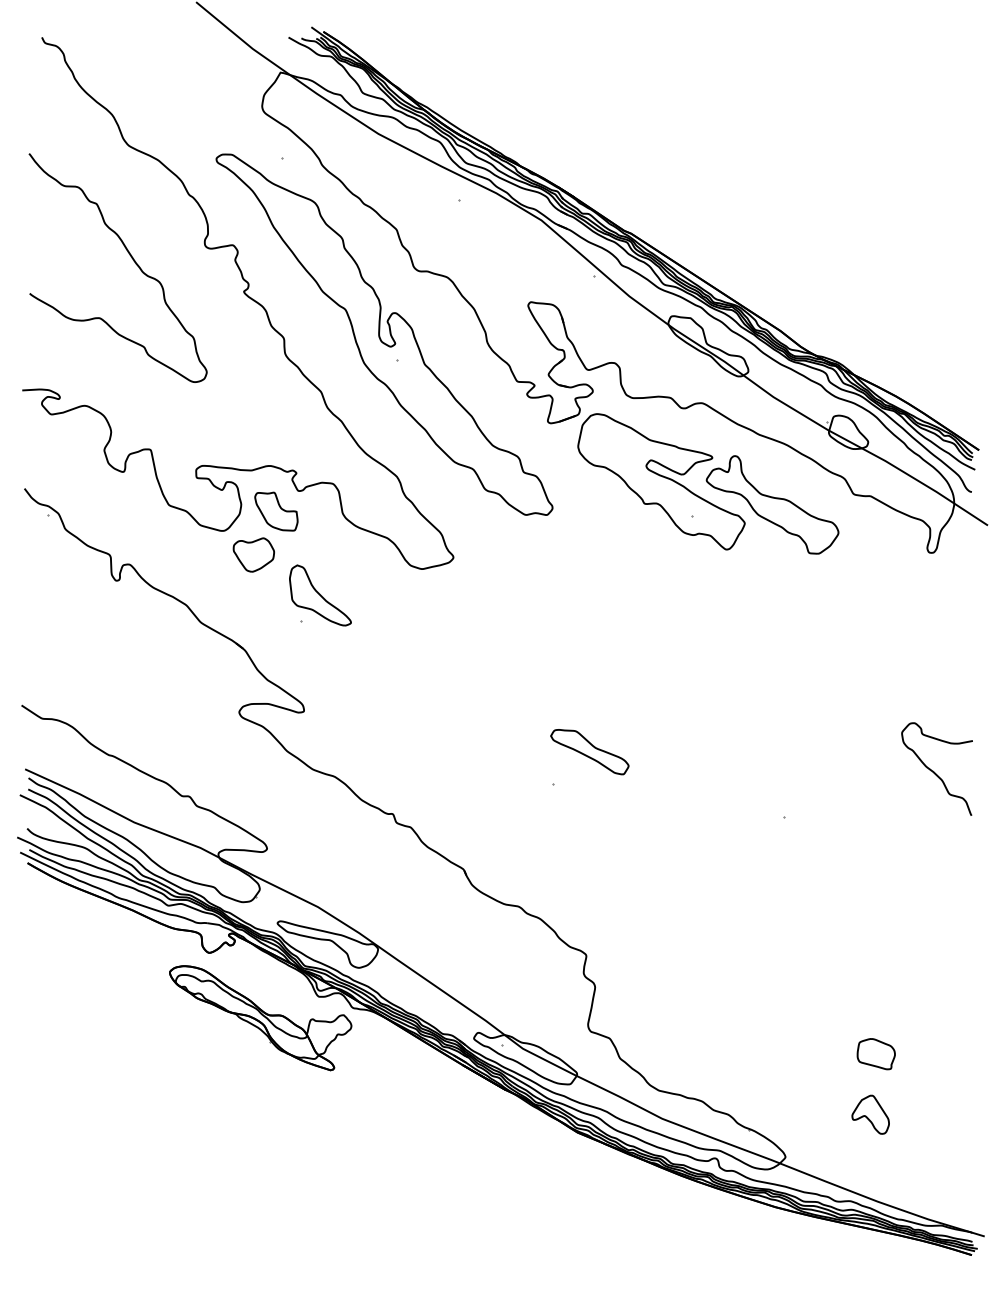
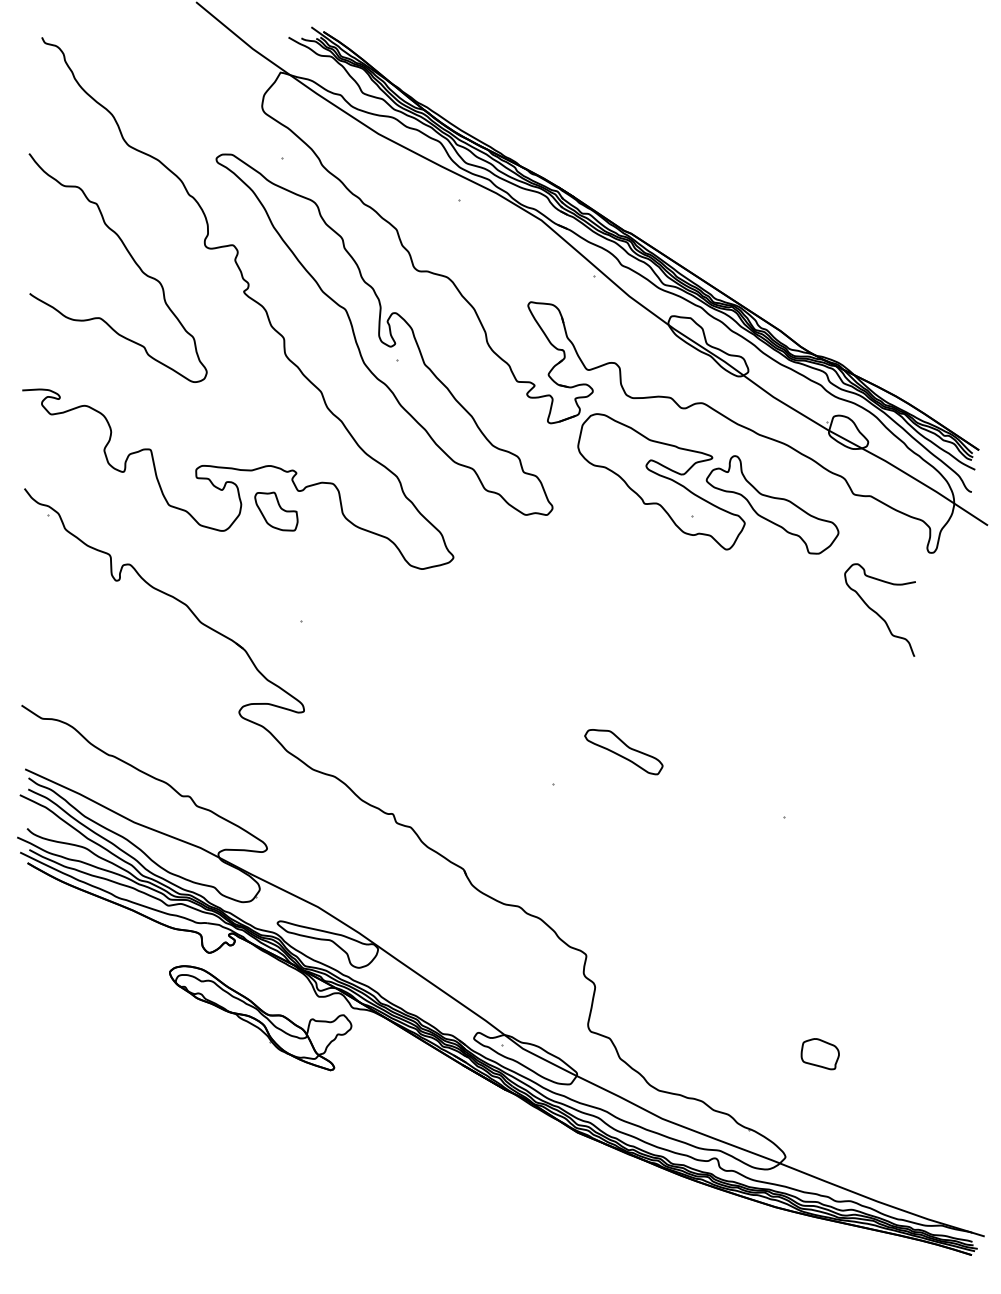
part at (253, 554): present -> none
part at (320, 595): present -> none
part at (589, 752) position: (589, 752) -> (623, 752)
curve at (933, 770) position: (933, 770) -> (876, 611)
part at (875, 1054) position: (875, 1054) -> (819, 1054)
part at (870, 1114): present -> none
